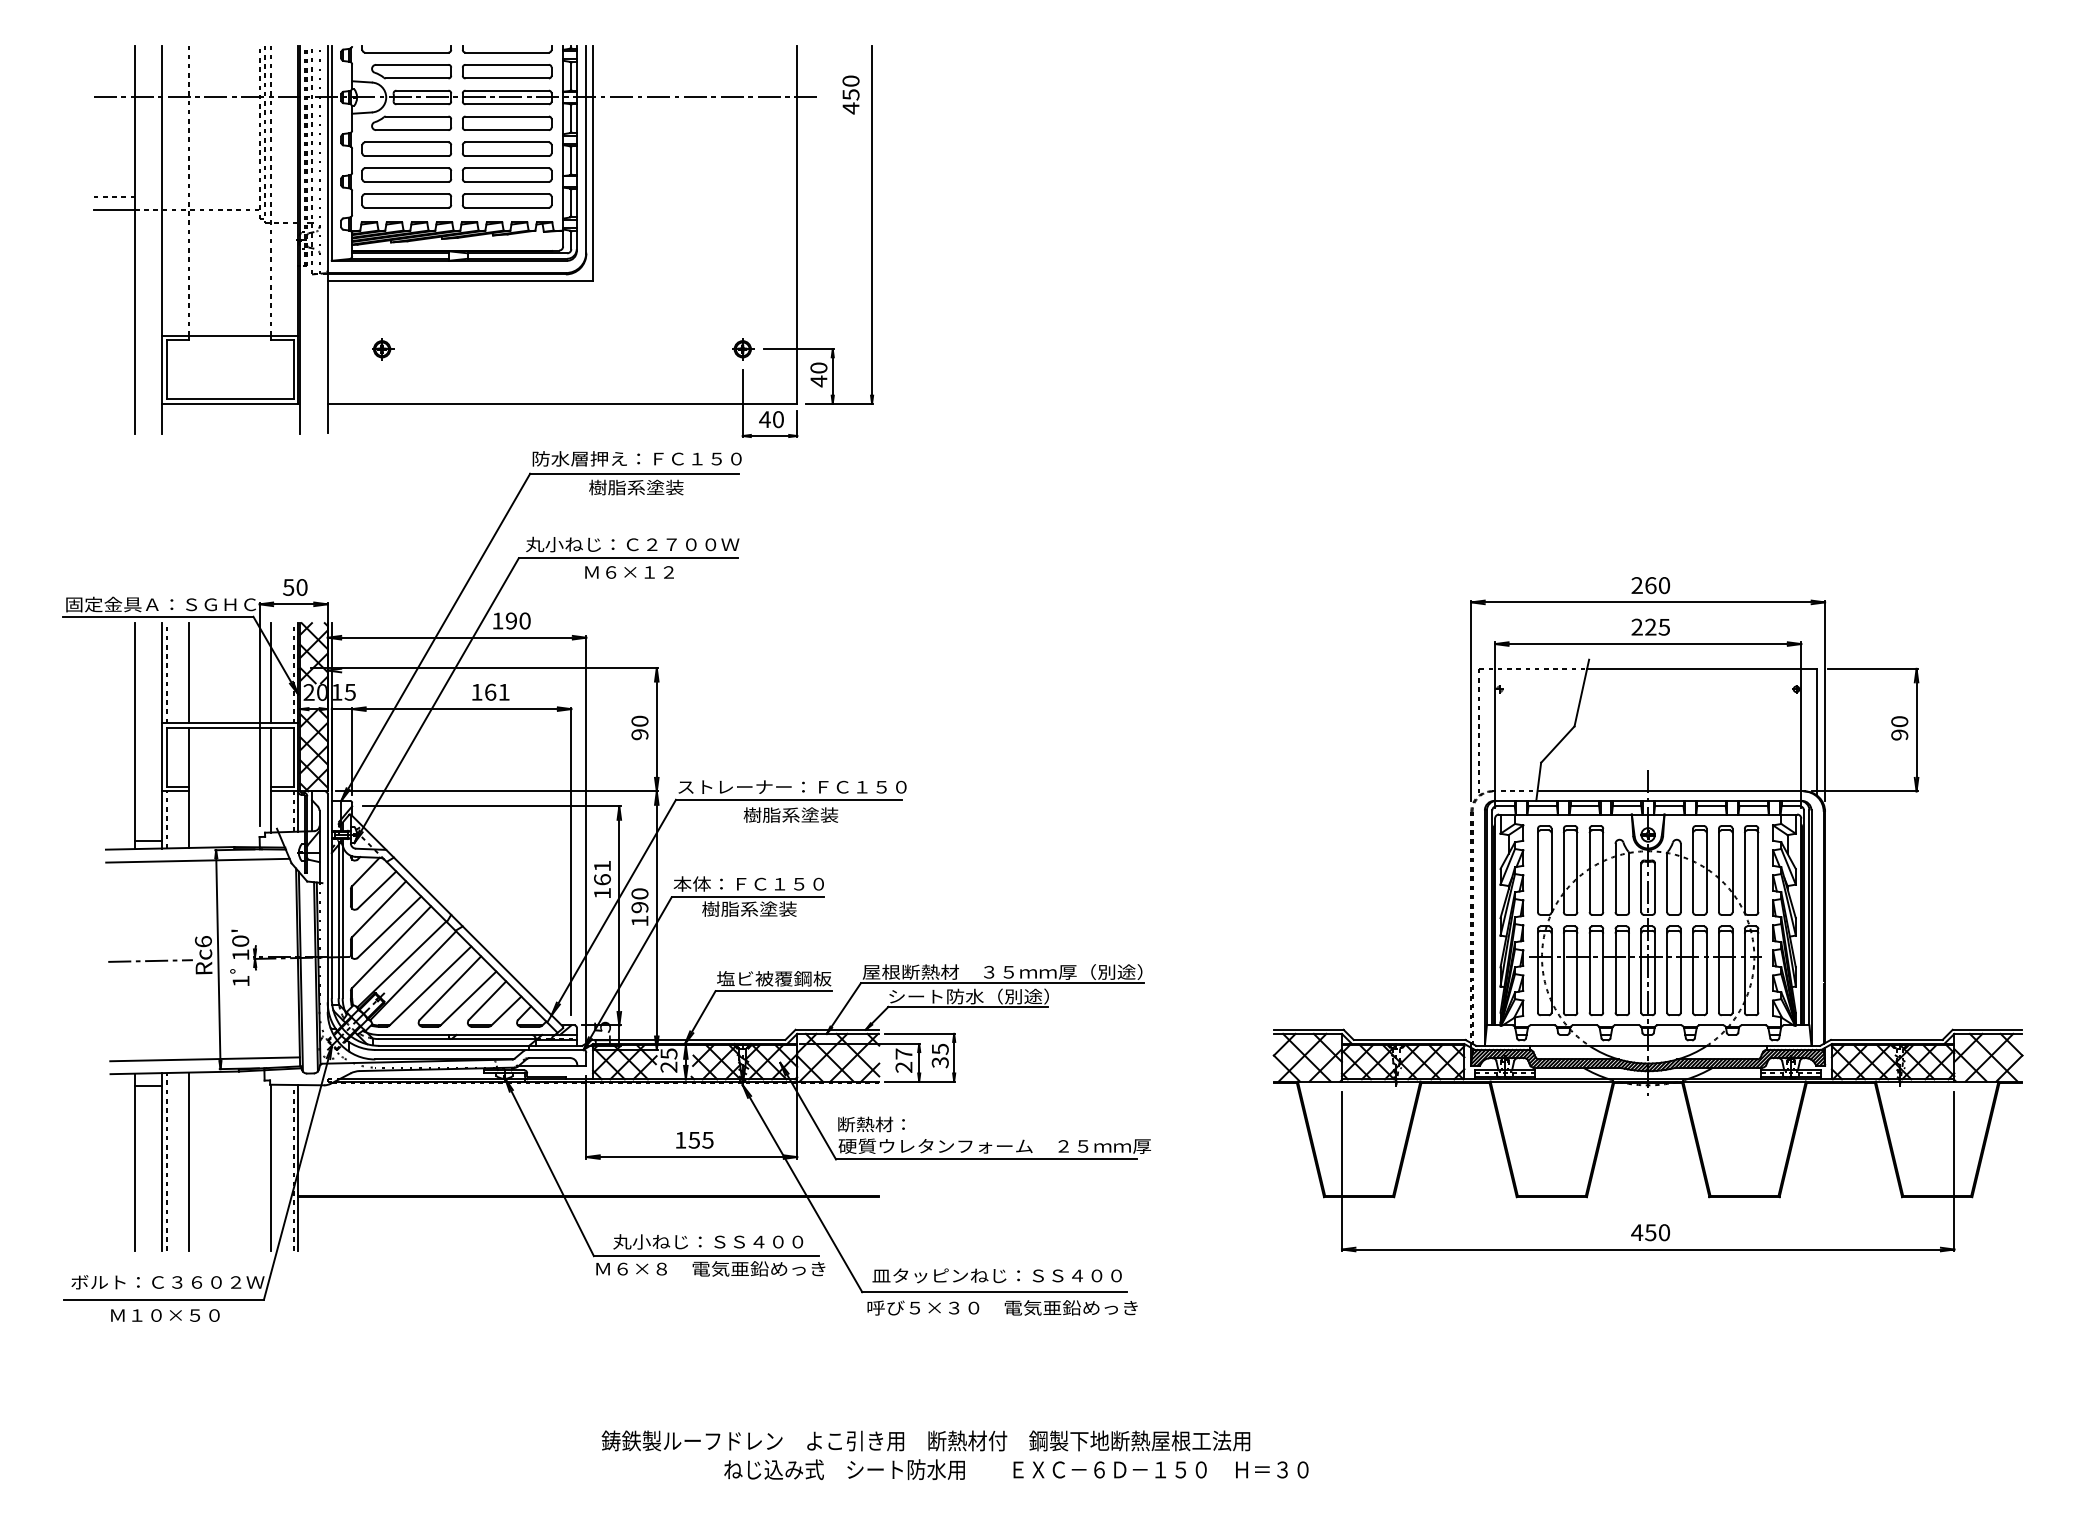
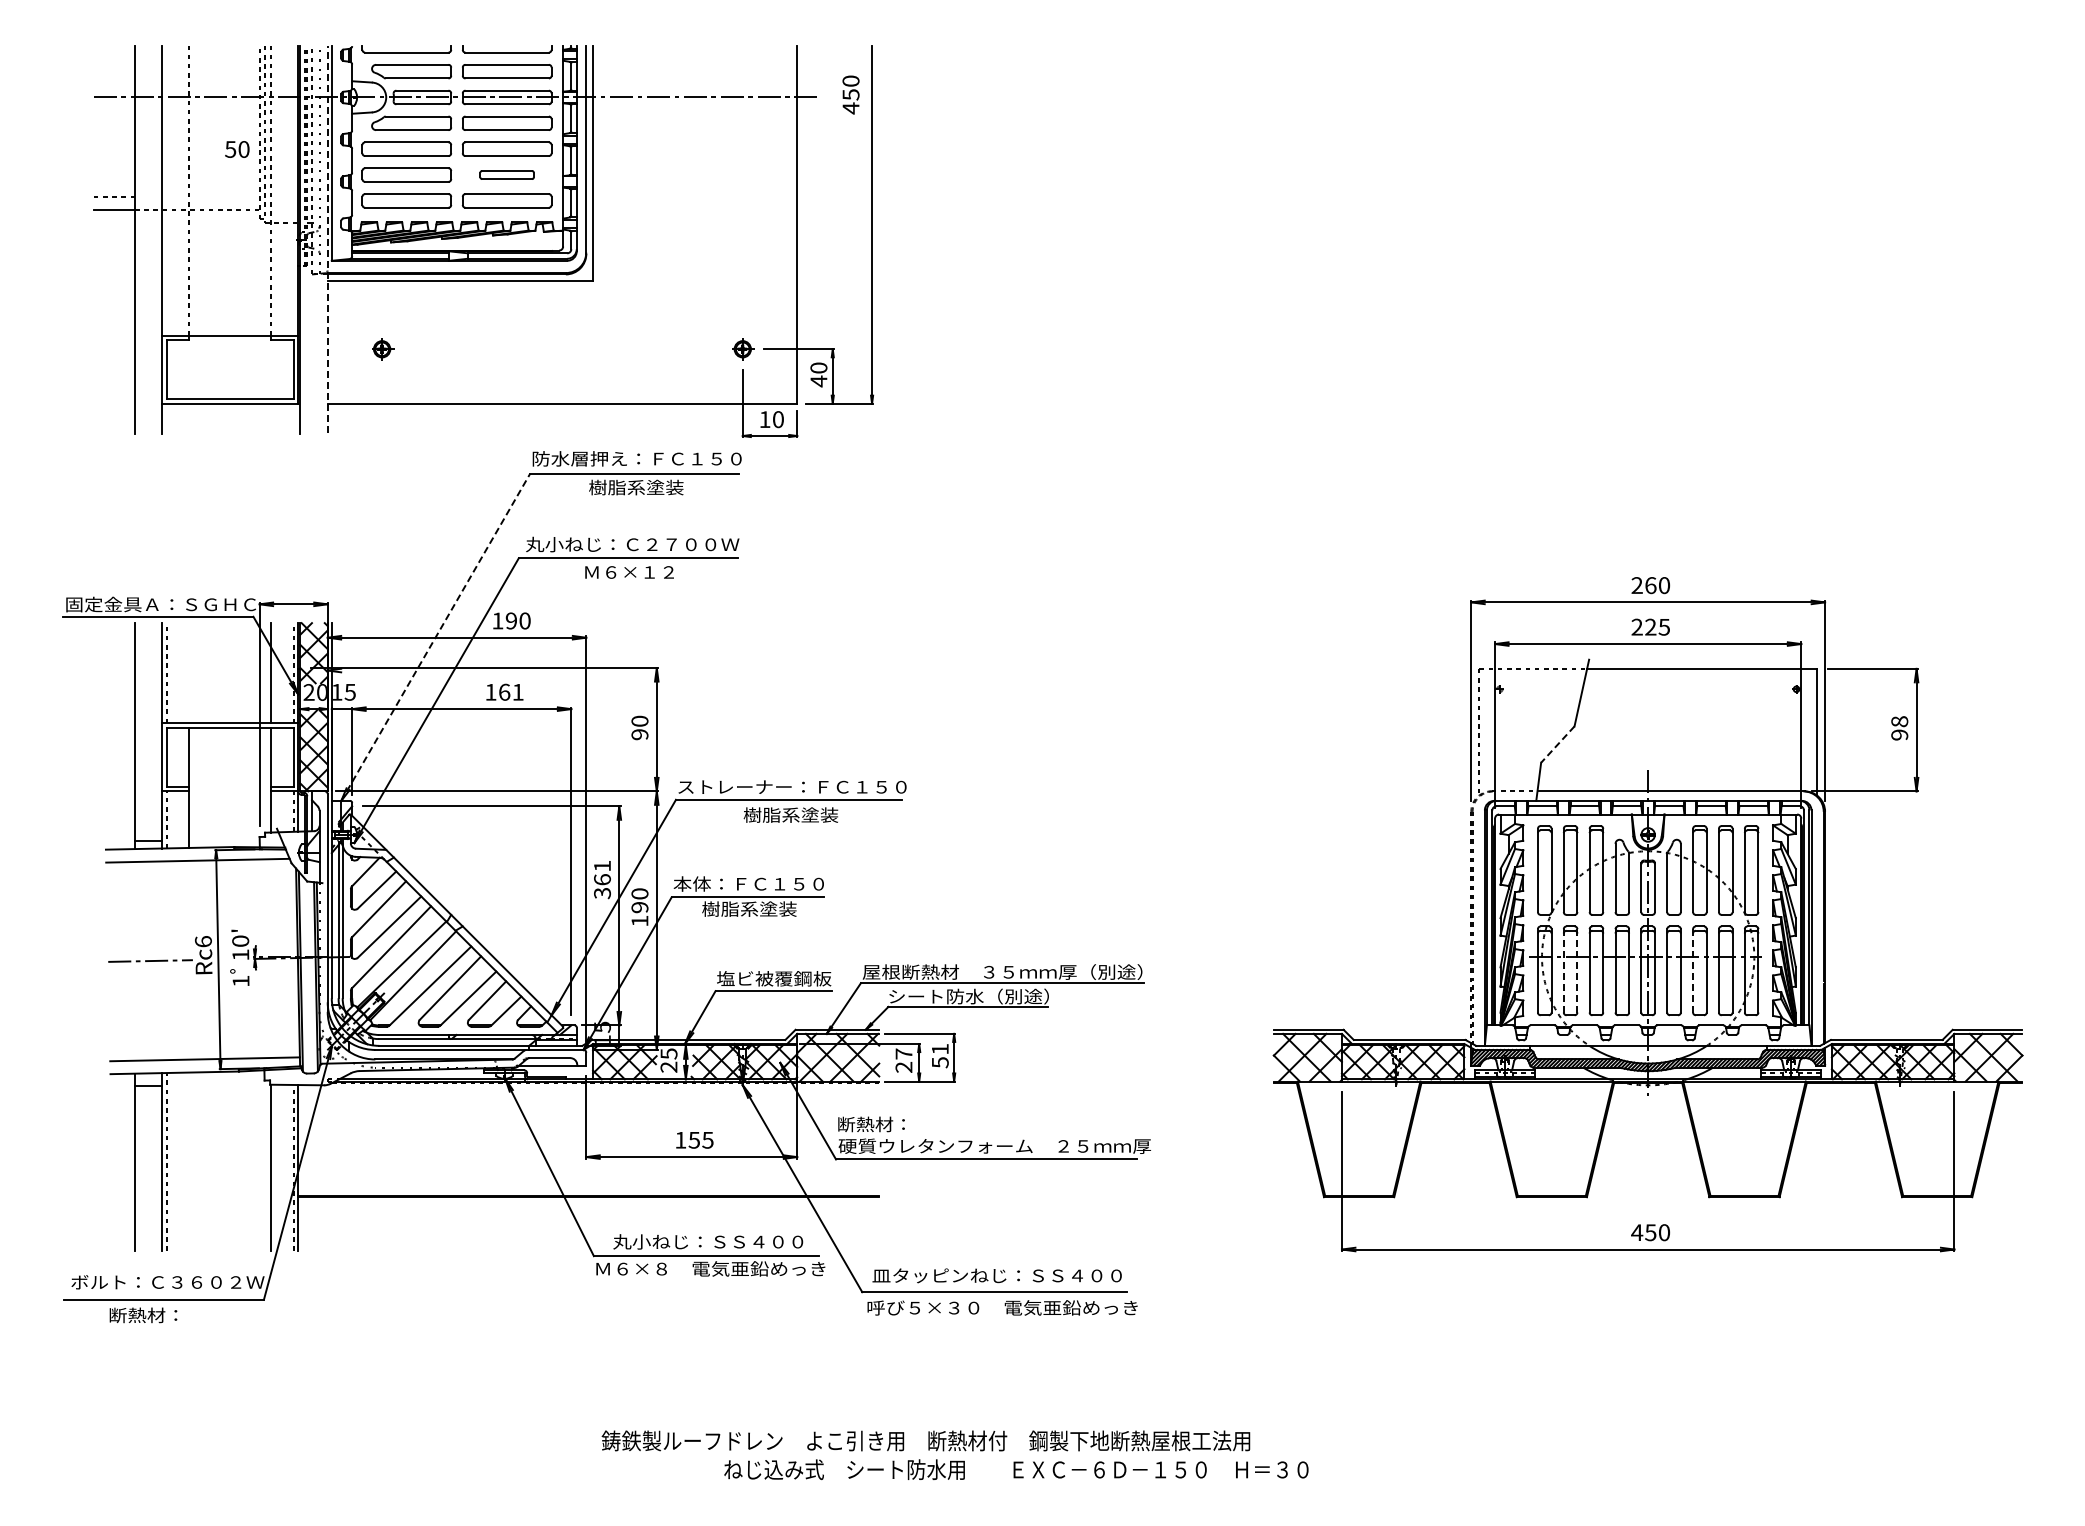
part at (506, 174) size: 92x16 px -> 56x10 px
line at (327, 239): solid -> dashed
text at (764, 419): 40 -> 10
text at (295, 587) position: (295, 587) -> (237, 149)
line at (435, 637): solid -> dashed
line at (189, 673): present -> none
text at (490, 691) position: (490, 691) -> (504, 691)
text at (1899, 721): 90 -> 98
line at (1557, 744): solid -> dashed
text at (602, 893): 161 -> 361
line at (1563, 970): solid -> dashed
line at (1577, 970): solid -> dashed
line at (1693, 970): solid -> dashed
text at (939, 1055): 35 -> 51
line at (189, 1161): present -> none
text at (164, 1315): Ｍ１０×５０ -> 断熱材：
